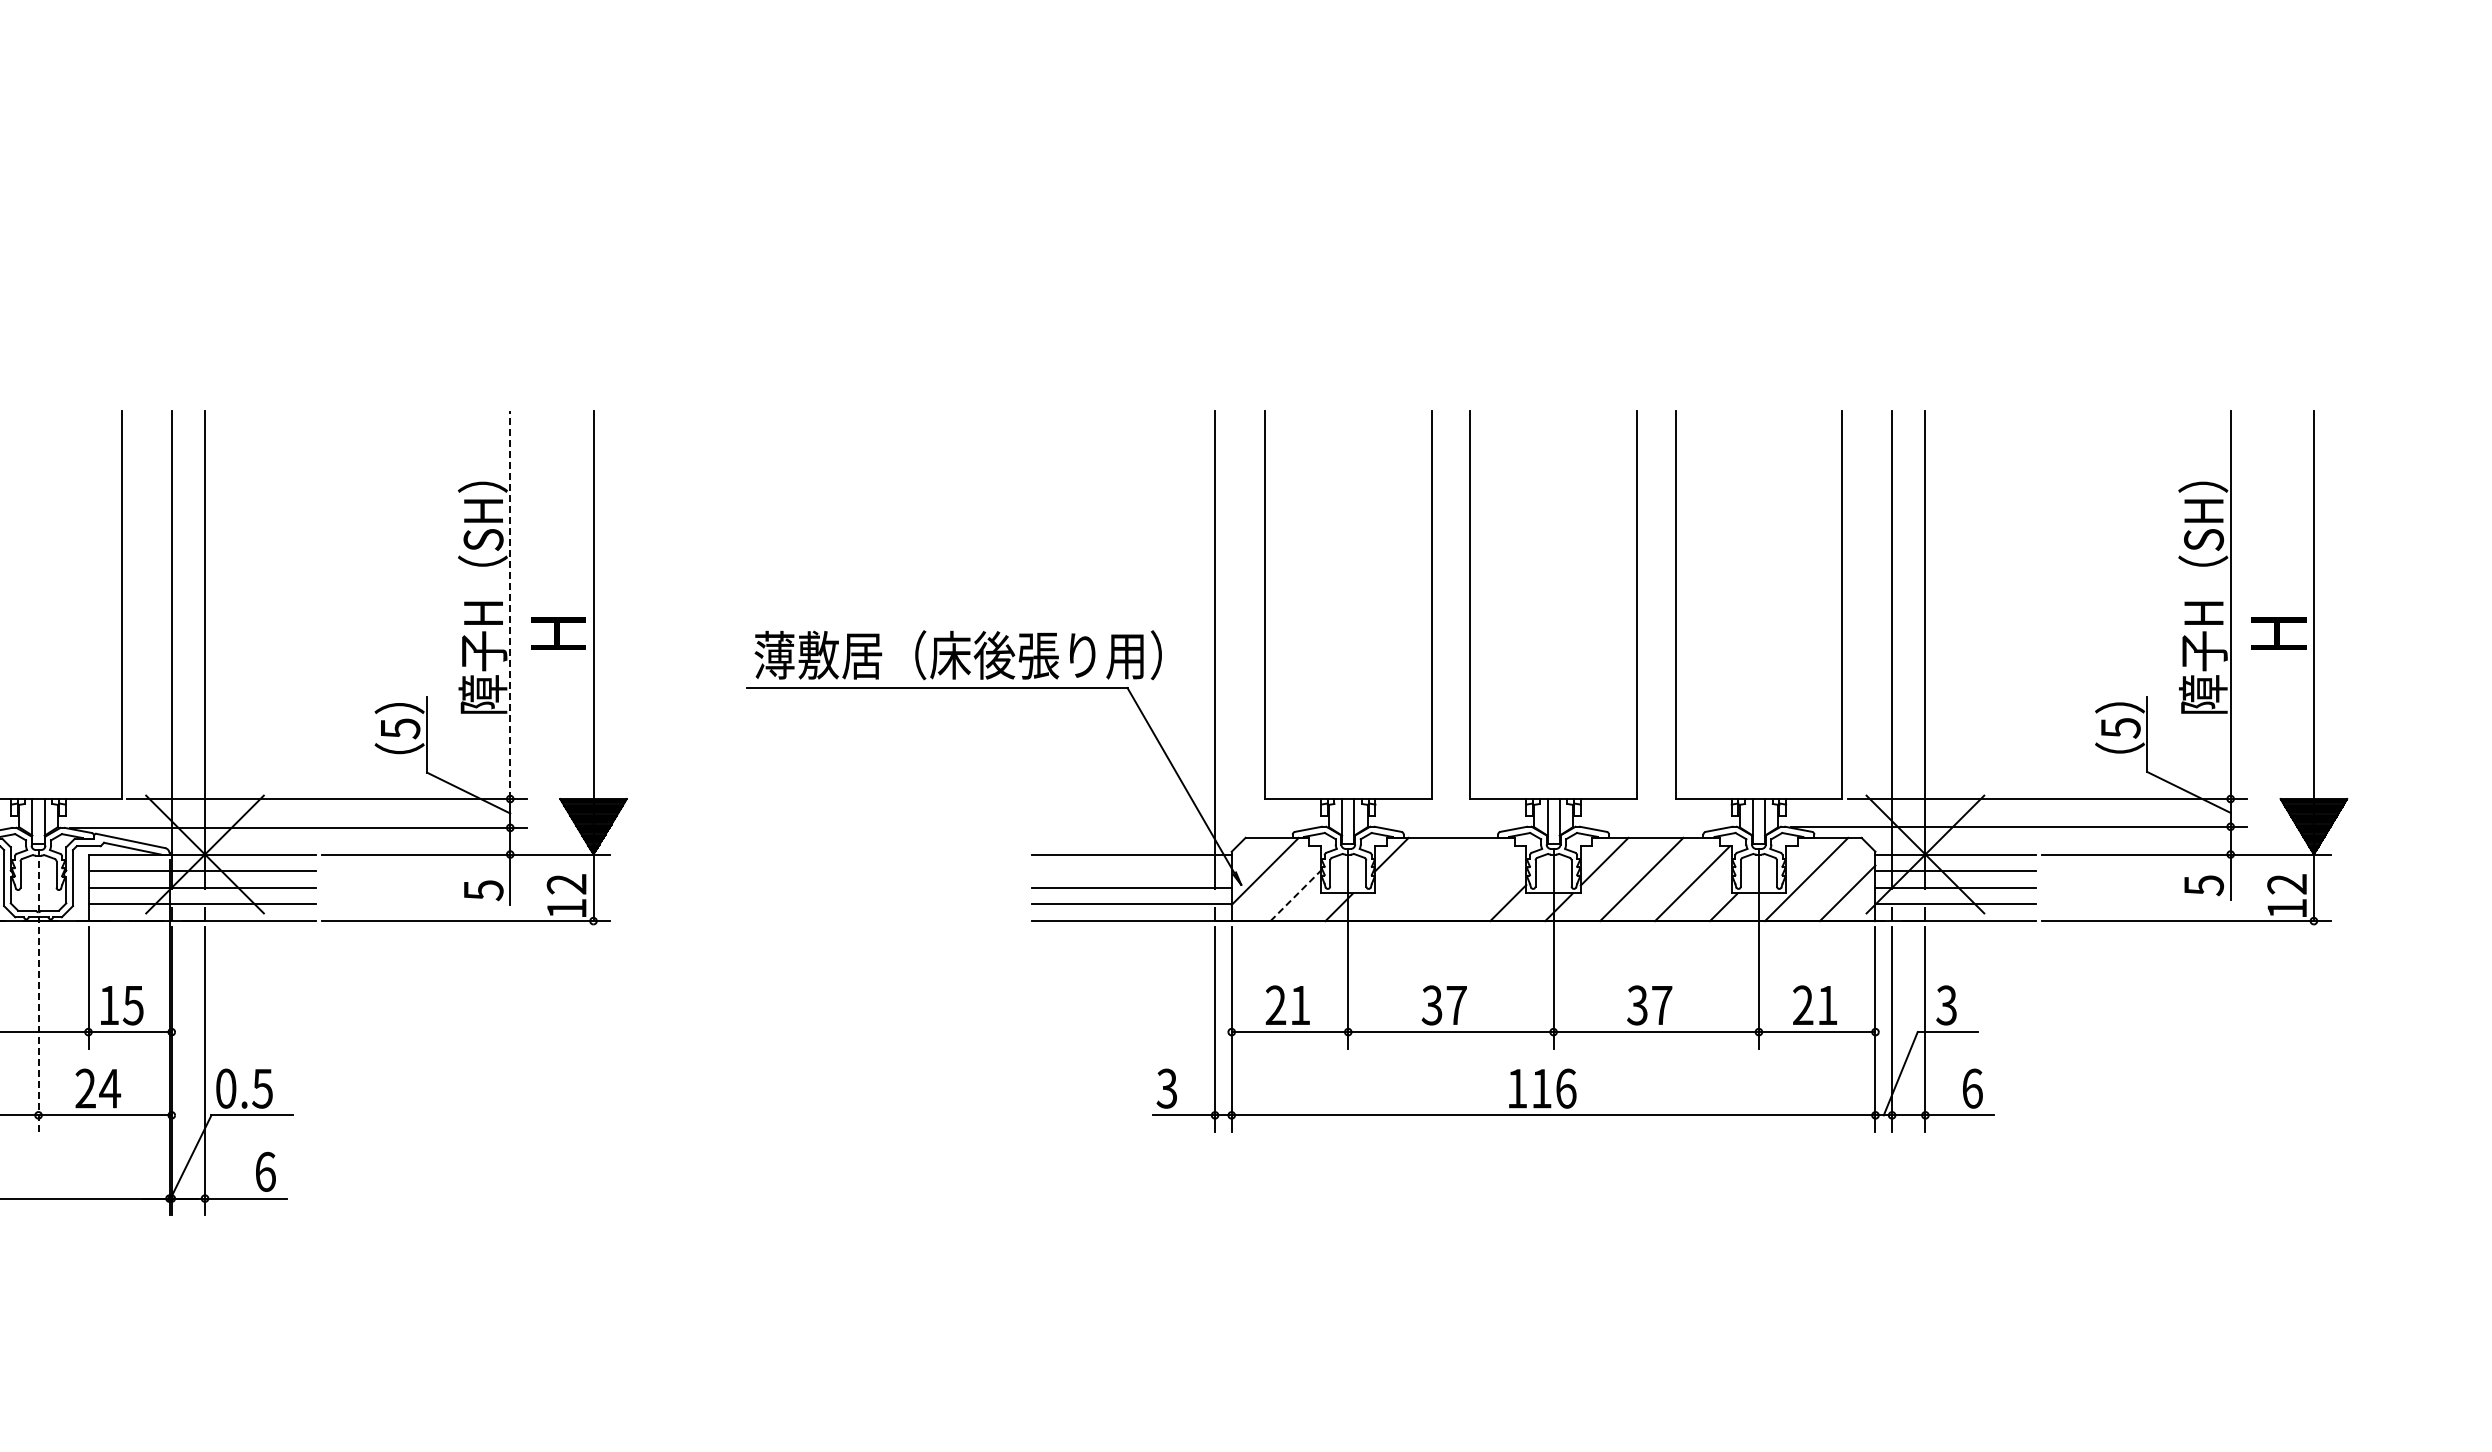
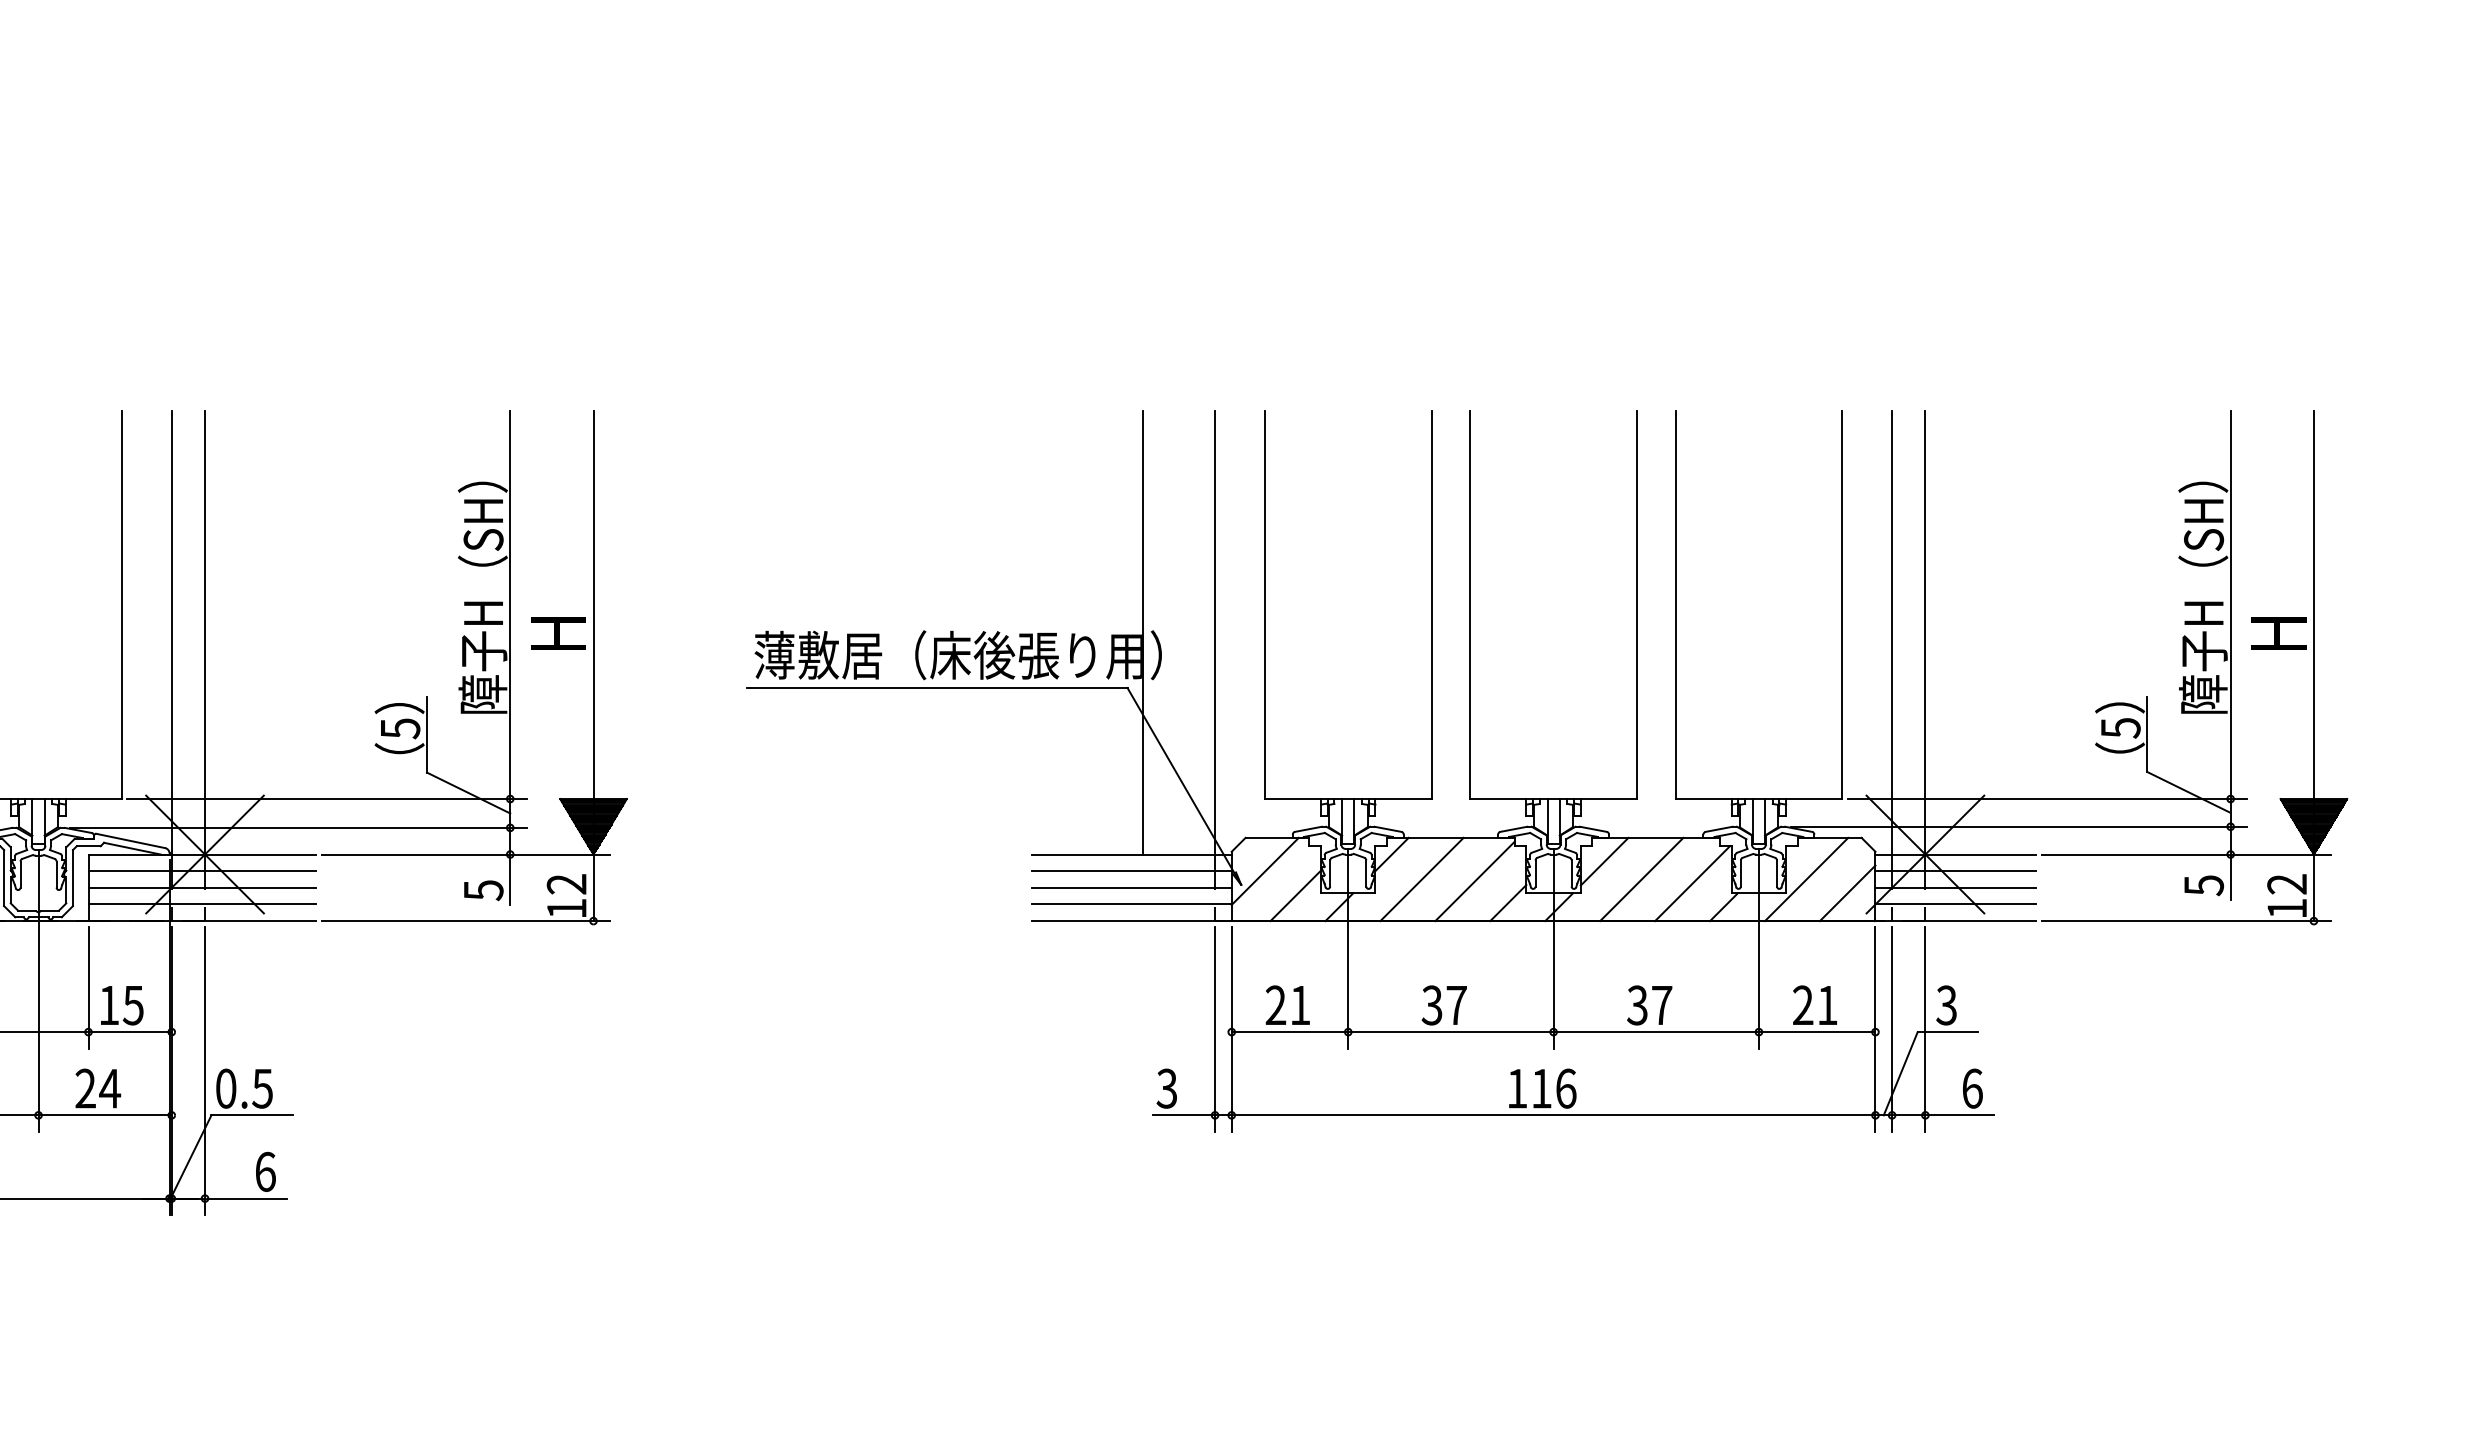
line at (510, 604): dashed -> solid
line at (1142, 632): none -> present
line at (1131, 871): none -> present
line at (1421, 879): none -> present
line at (1474, 881): none -> present
line at (1295, 895): dashed -> solid
line at (38, 991): dashed -> solid
